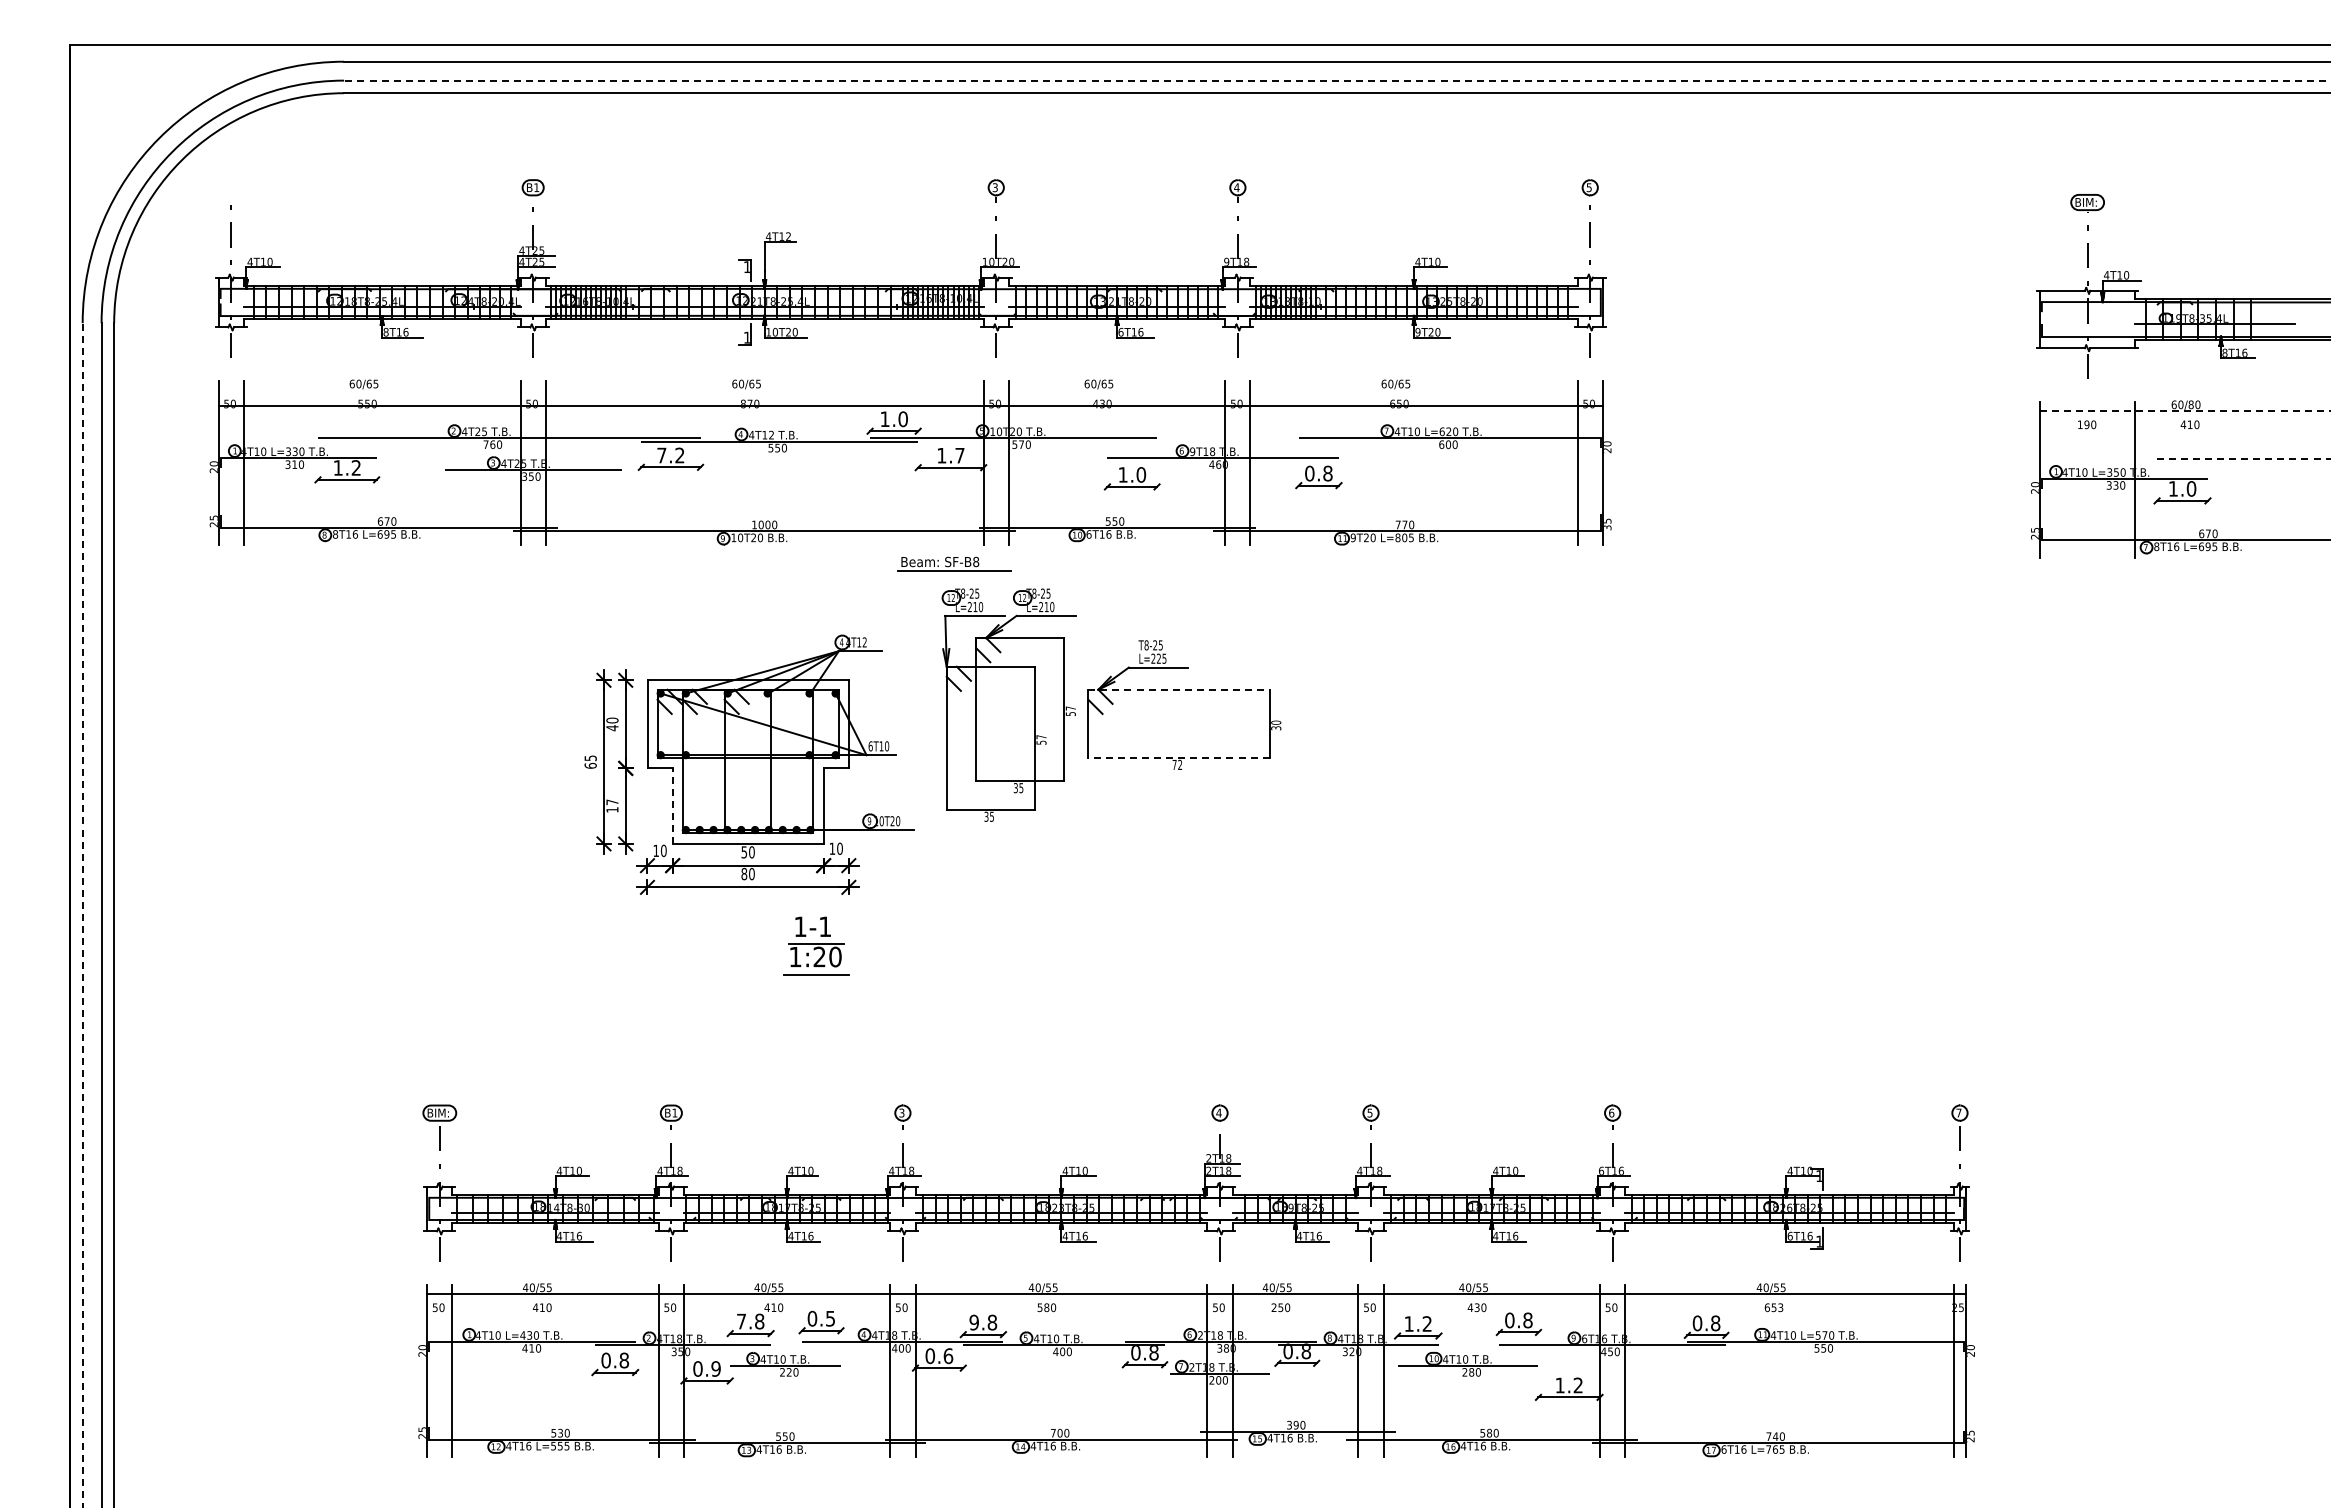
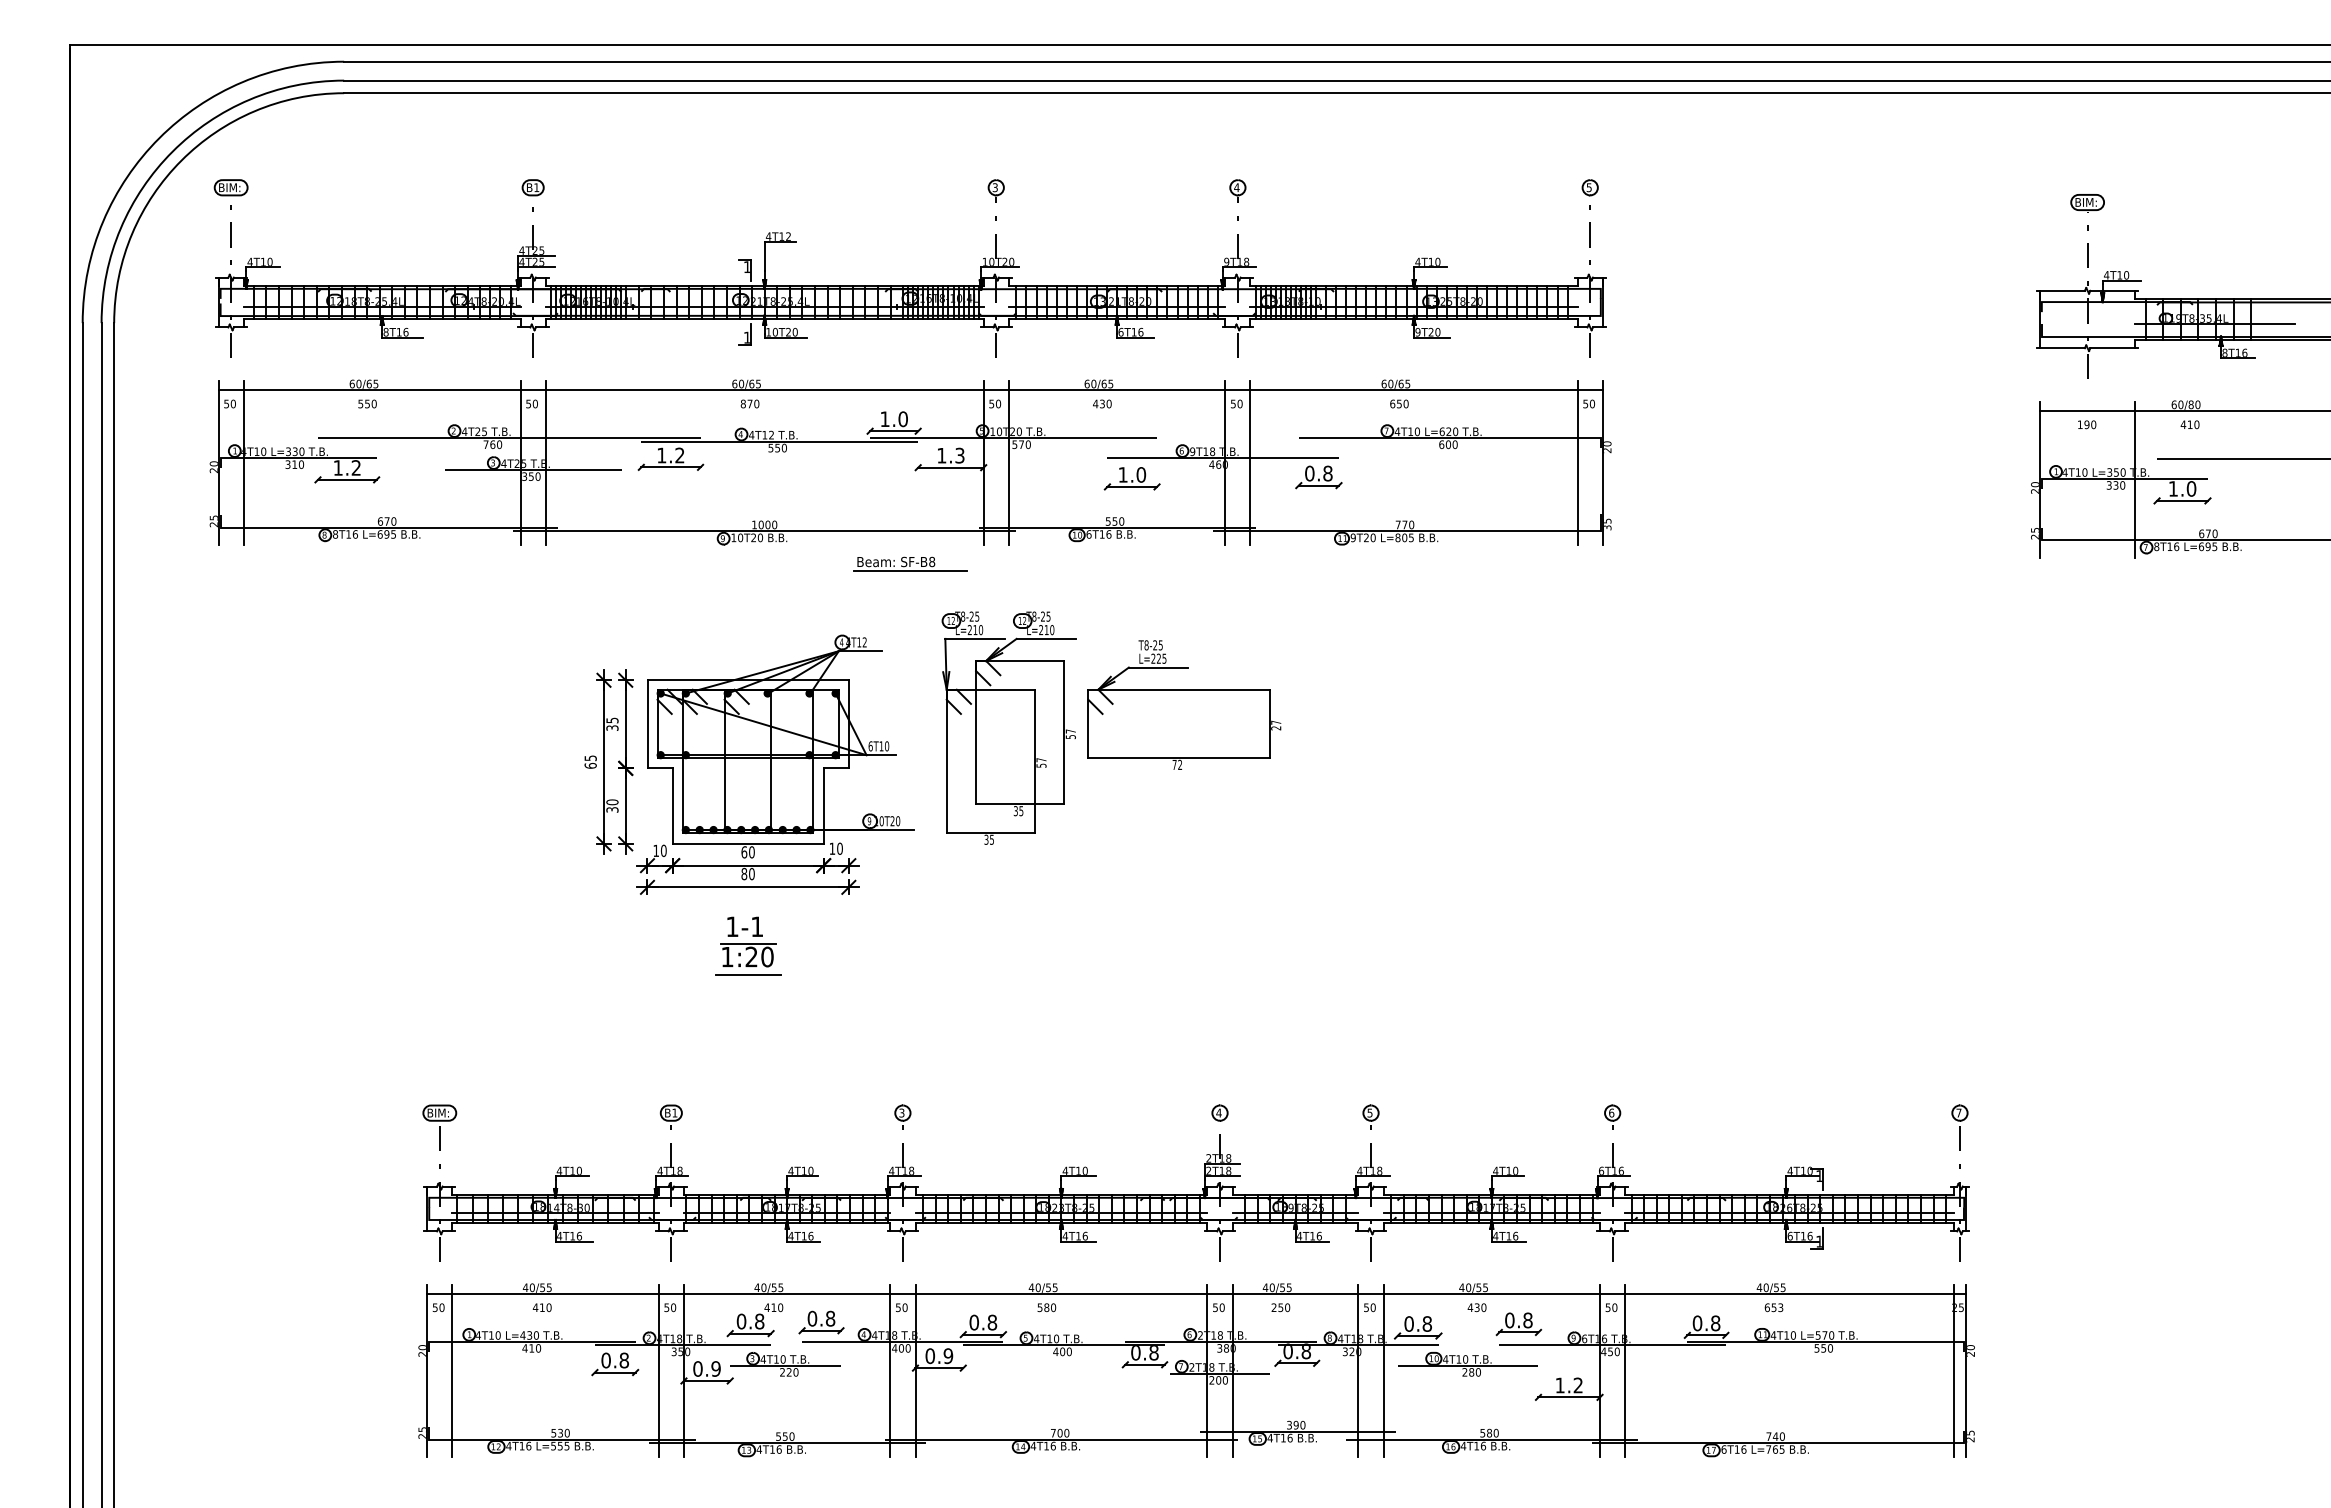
line at (1336, 80): dashed -> solid
part at (230, 187): none -> present
line at (910, 405) position: (910, 405) -> (910, 389)
line at (2185, 410): dashed -> solid
text at (661, 455): 7.2 -> 1.2
text at (959, 455): 1.7 -> 1.3
line at (2243, 459): dashed -> solid
part at (954, 563) position: (954, 563) -> (910, 563)
line at (1178, 689): dashed -> solid
part at (1008, 704) position: (1008, 704) -> (1008, 727)
text at (612, 724): 40 -> 35
text at (1276, 725): 30 -> 27
line at (1178, 758): dashed -> solid
text at (612, 805): 17 -> 30
line at (672, 806): dashed -> solid
text at (744, 852): 50 -> 60
line at (82, 914): dashed -> solid
part at (816, 945) position: (816, 945) -> (748, 945)
text at (830, 1318): 0.5 -> 0.8
text at (741, 1321): 7.8 -> 0.8
text at (973, 1322): 9.8 -> 0.8
text at (1418, 1323): 1.2 -> 0.8
text at (948, 1356): 0.6 -> 0.9
